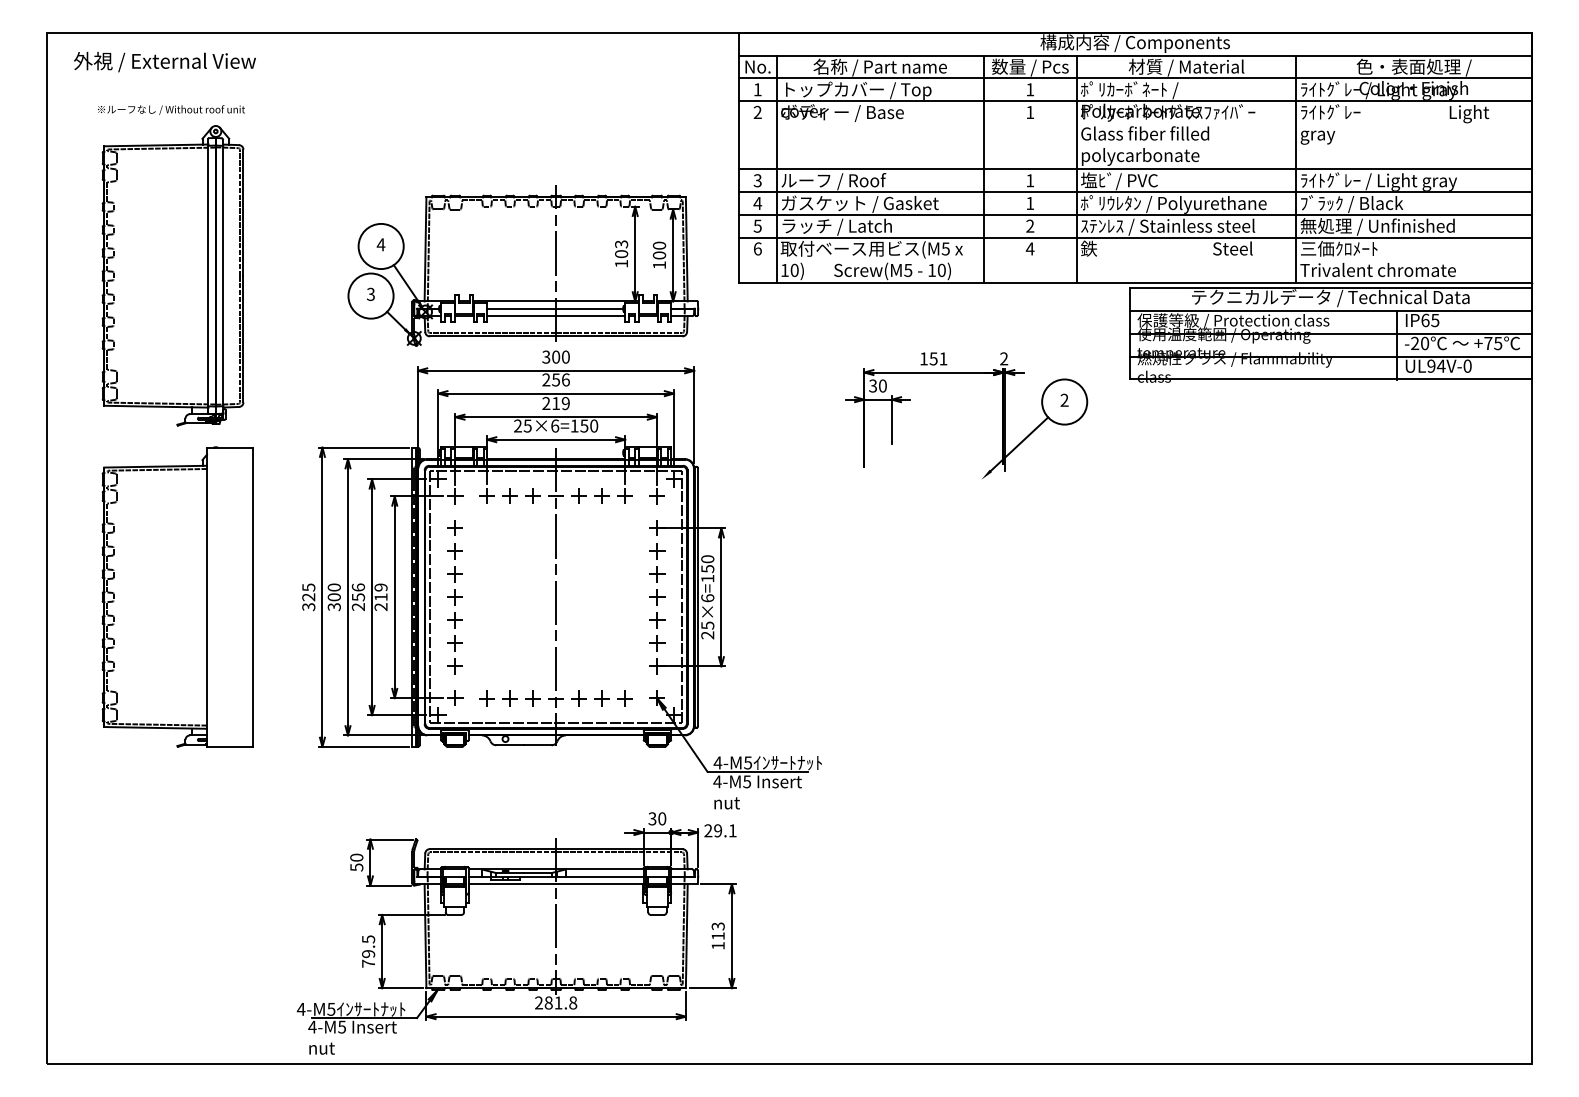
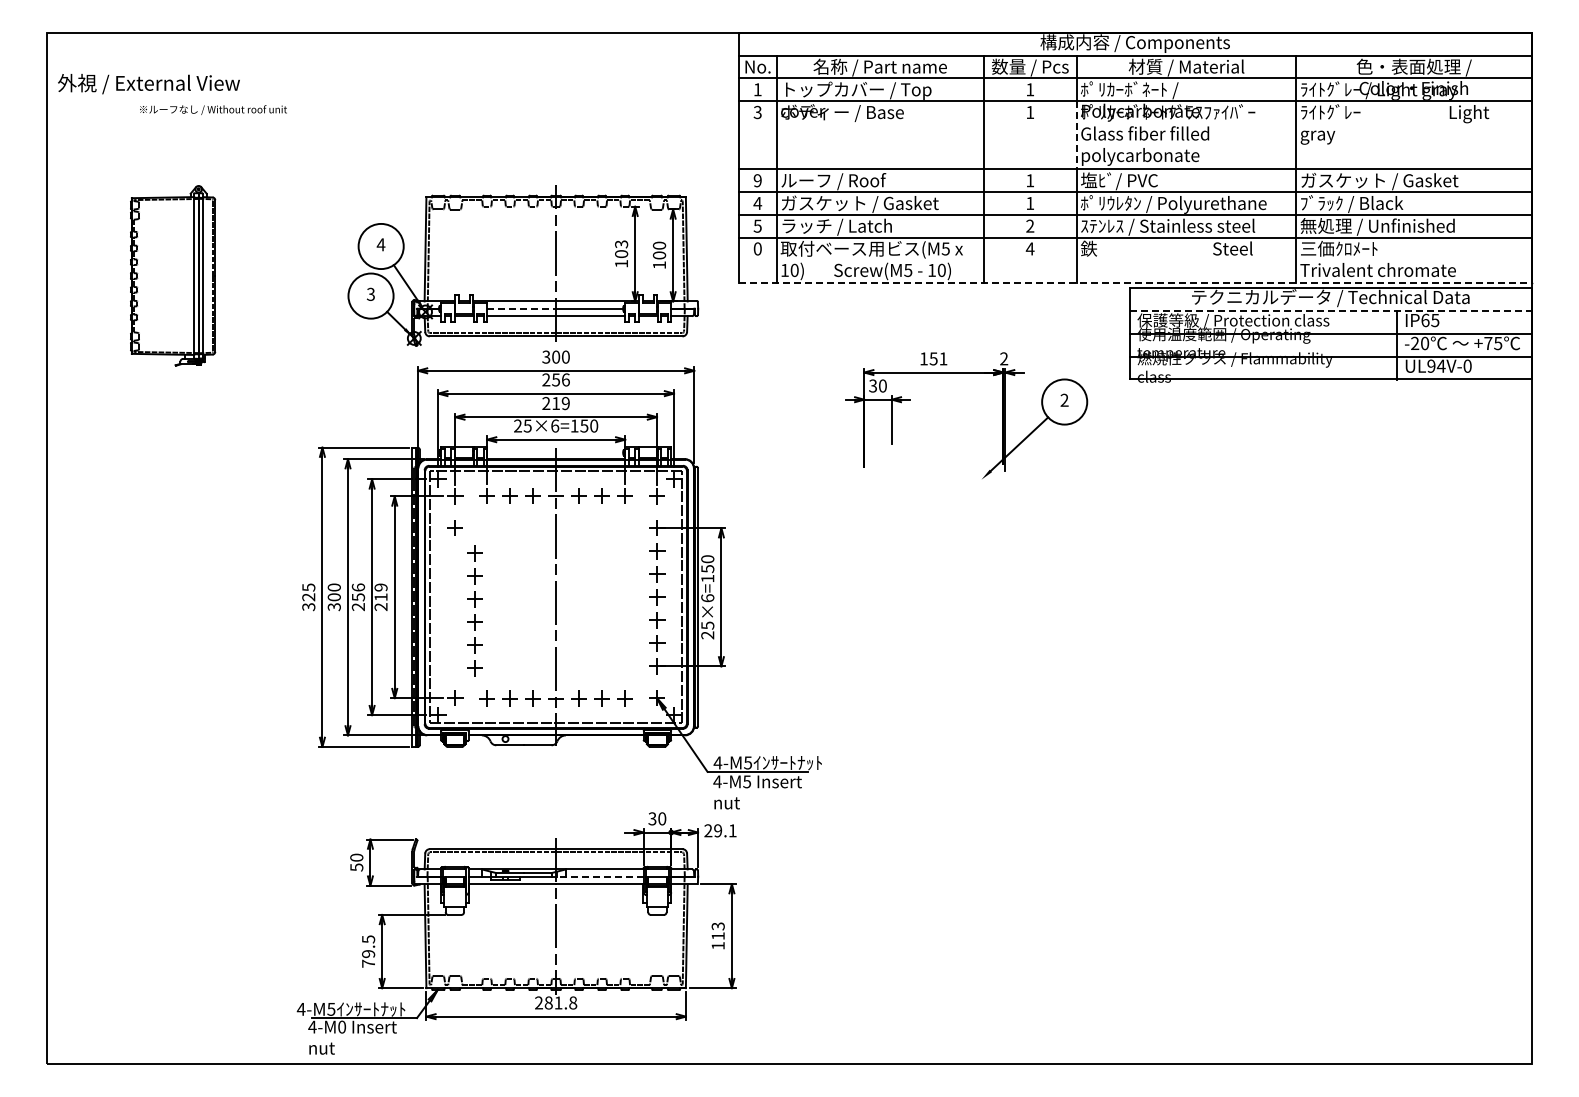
text at (164, 62) position: (164, 62) -> (148, 84)
text at (171, 109) position: (171, 109) -> (213, 109)
text at (757, 112): 2 -> 3
line at (1076, 135): solid -> dashed
text at (757, 180): 3 -> 9
text at (1379, 181): ﾗｲﾄｸﾞﾚｰ / Light gray -> ガスケット / Gasket
text at (757, 248): 6 -> 0
part at (172, 275) size: 144x302 px -> 87x182 px
line at (1135, 283): solid -> dashed
line at (522, 308): solid -> dashed
line at (1330, 310): solid -> dashed
part at (177, 596): present -> none
part at (454, 608) position: (454, 608) -> (474, 610)
line at (599, 876): solid -> dashed
text at (342, 1026): 4-M5 -> 4-M0
